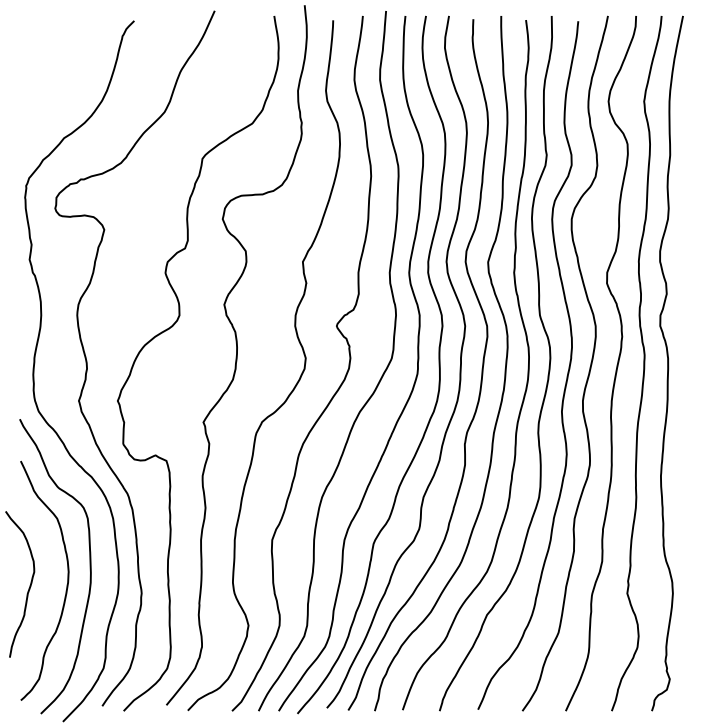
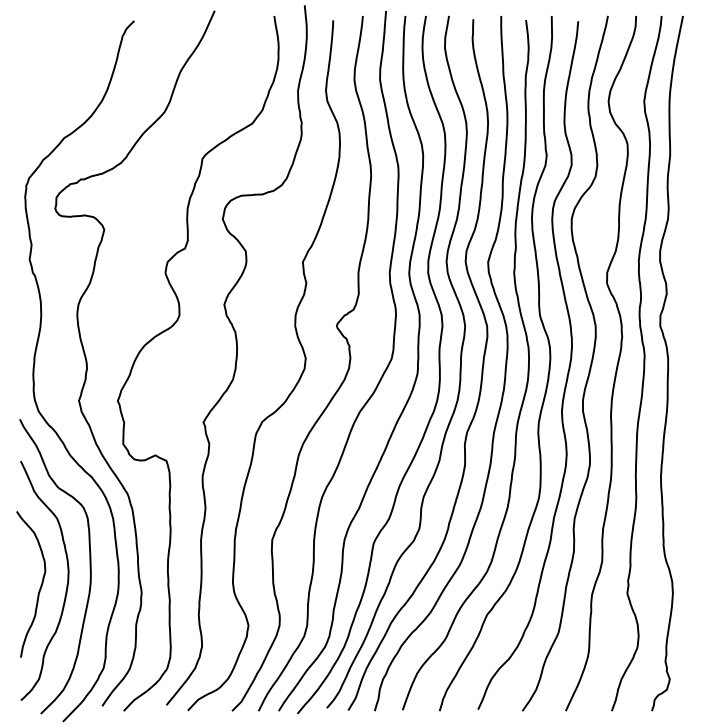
curve at (28, 588) position: (28, 588) -> (39, 588)
